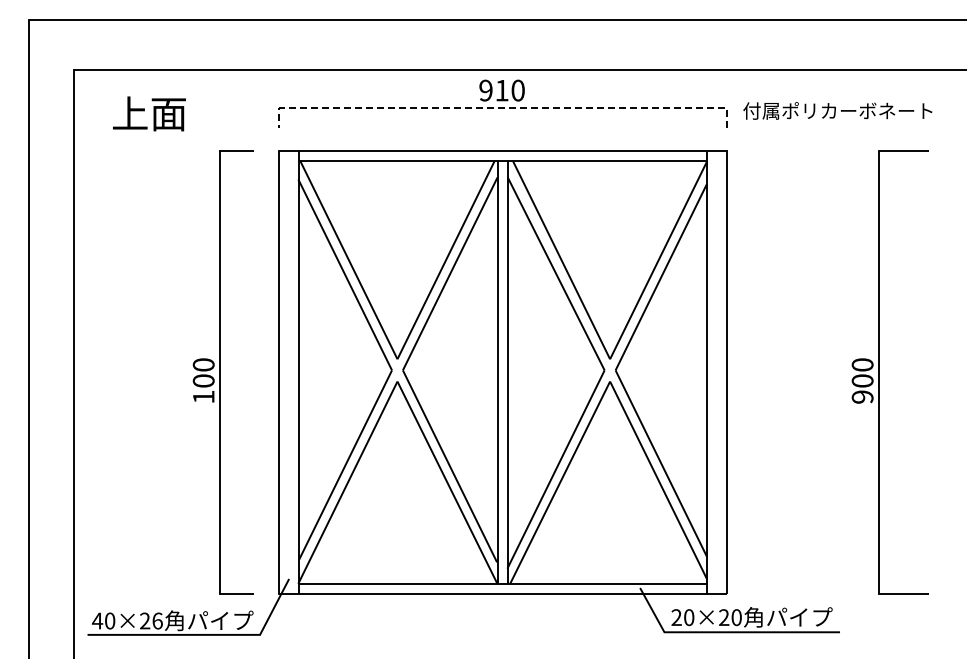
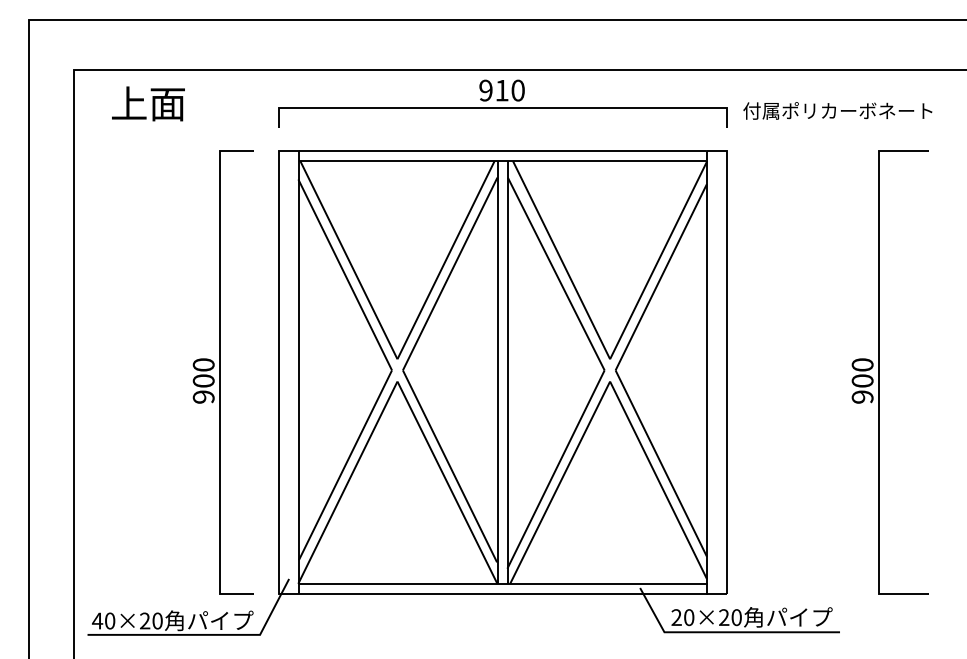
line at (502, 108): dashed -> solid
text at (149, 113) position: (149, 113) -> (148, 103)
text at (203, 396): 100 -> 900
text at (157, 620): 40×26 -> 40×20
